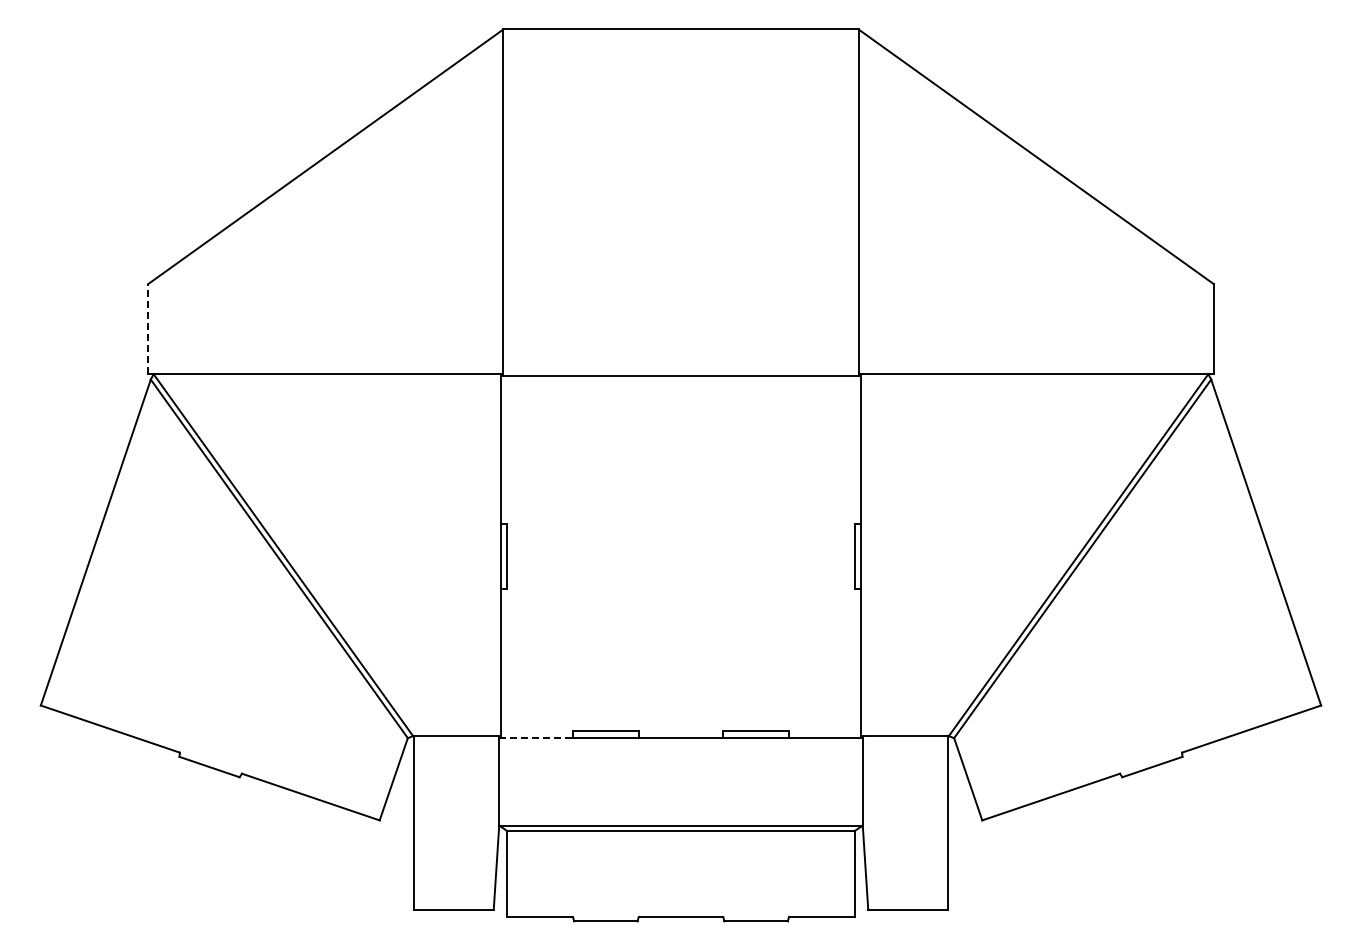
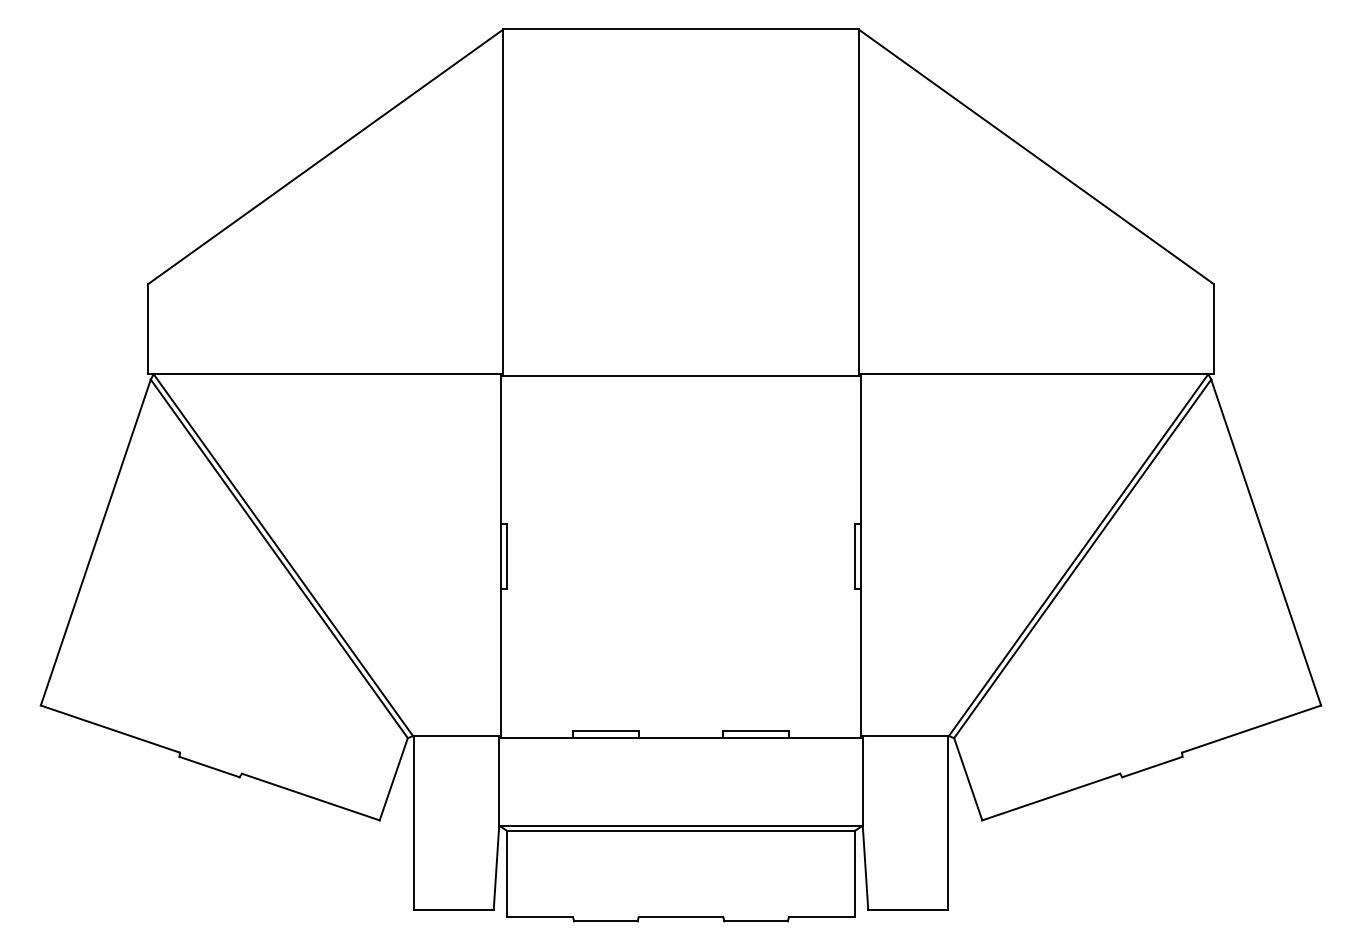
line at (148, 328): dashed -> solid
line at (536, 738): dashed -> solid
